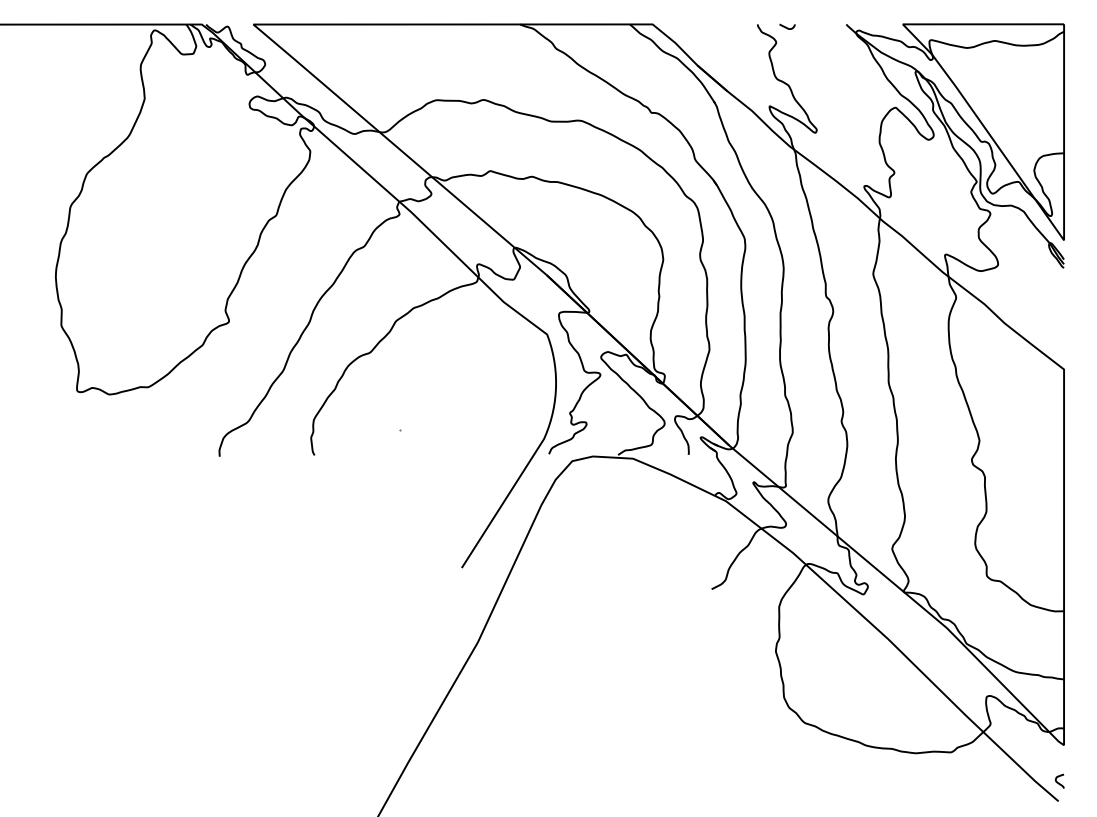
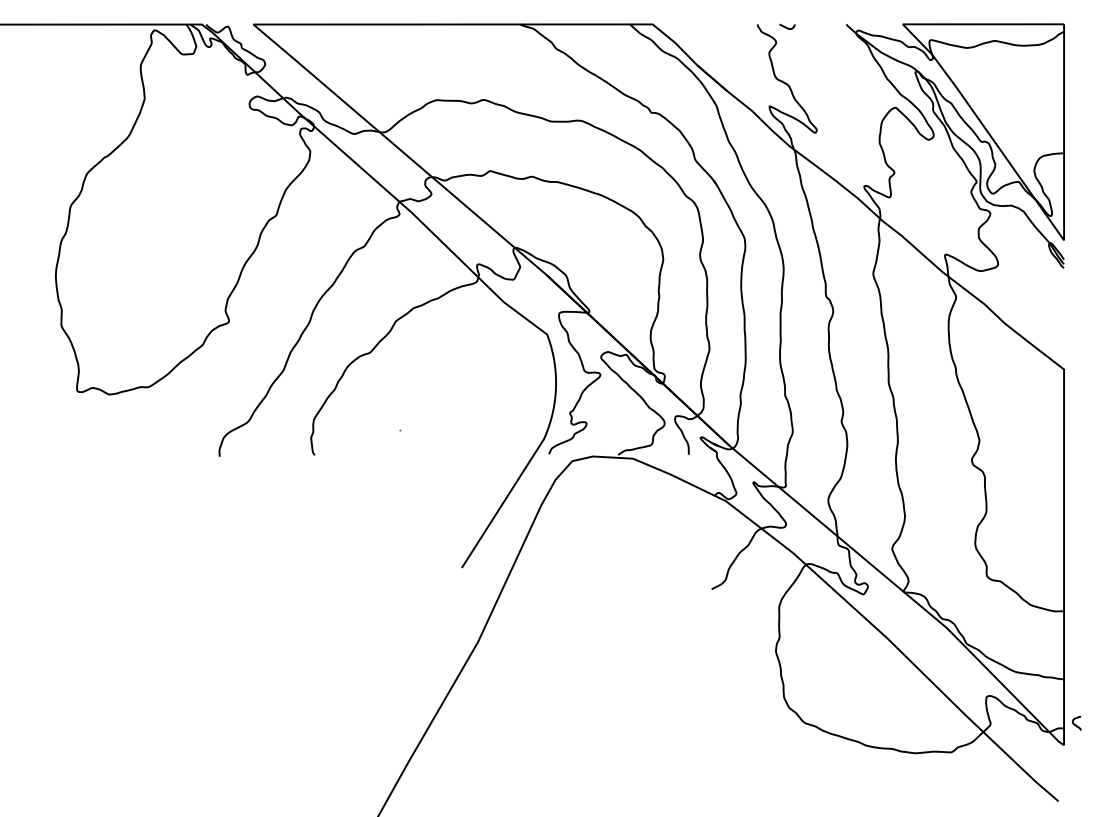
curve at (1059, 782) position: (1059, 782) -> (1076, 724)
